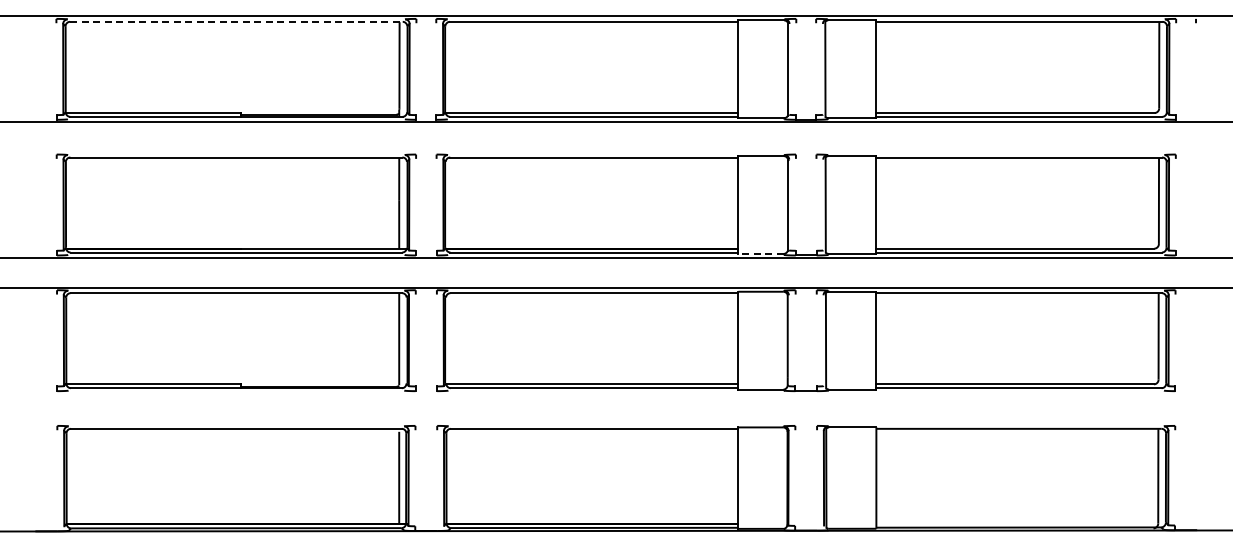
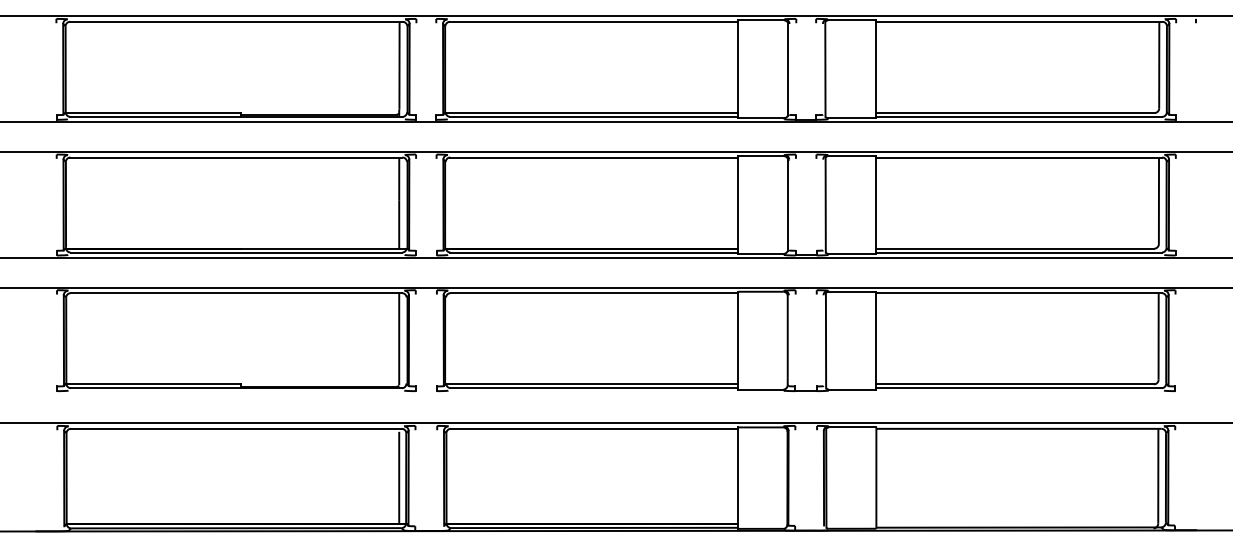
line at (236, 21): dashed -> solid
line at (615, 151): none -> present
line at (761, 253): dashed -> solid
line at (615, 423): none -> present
